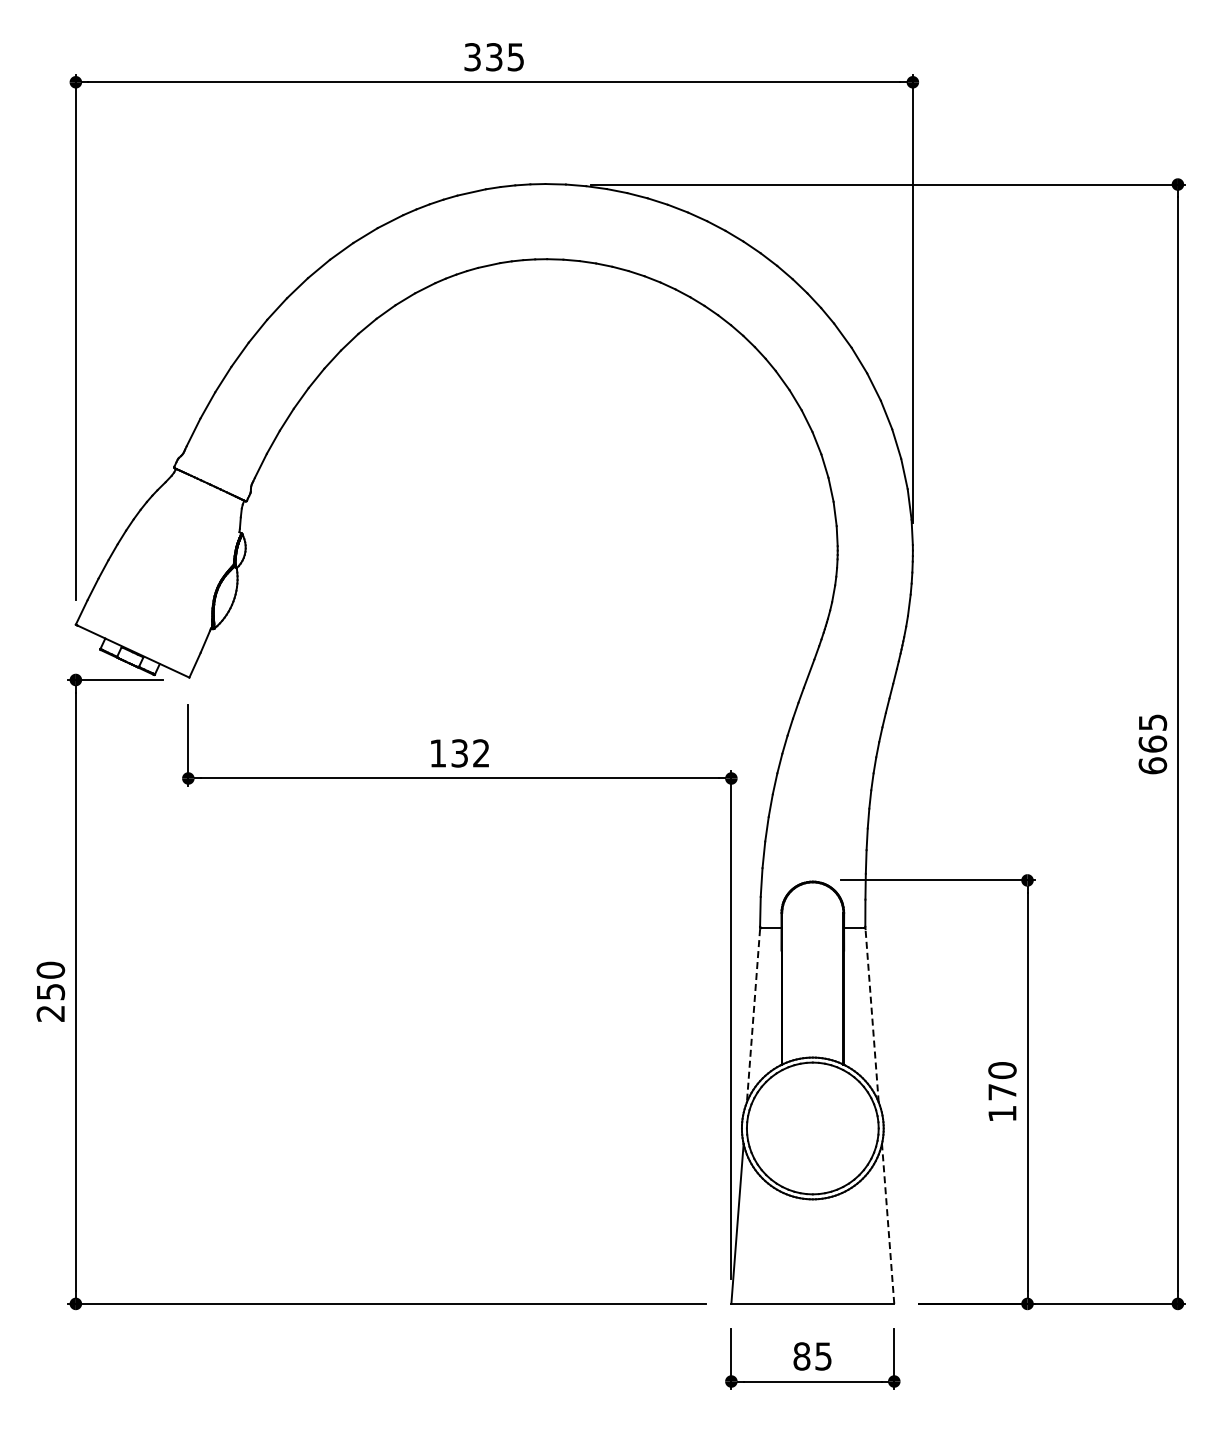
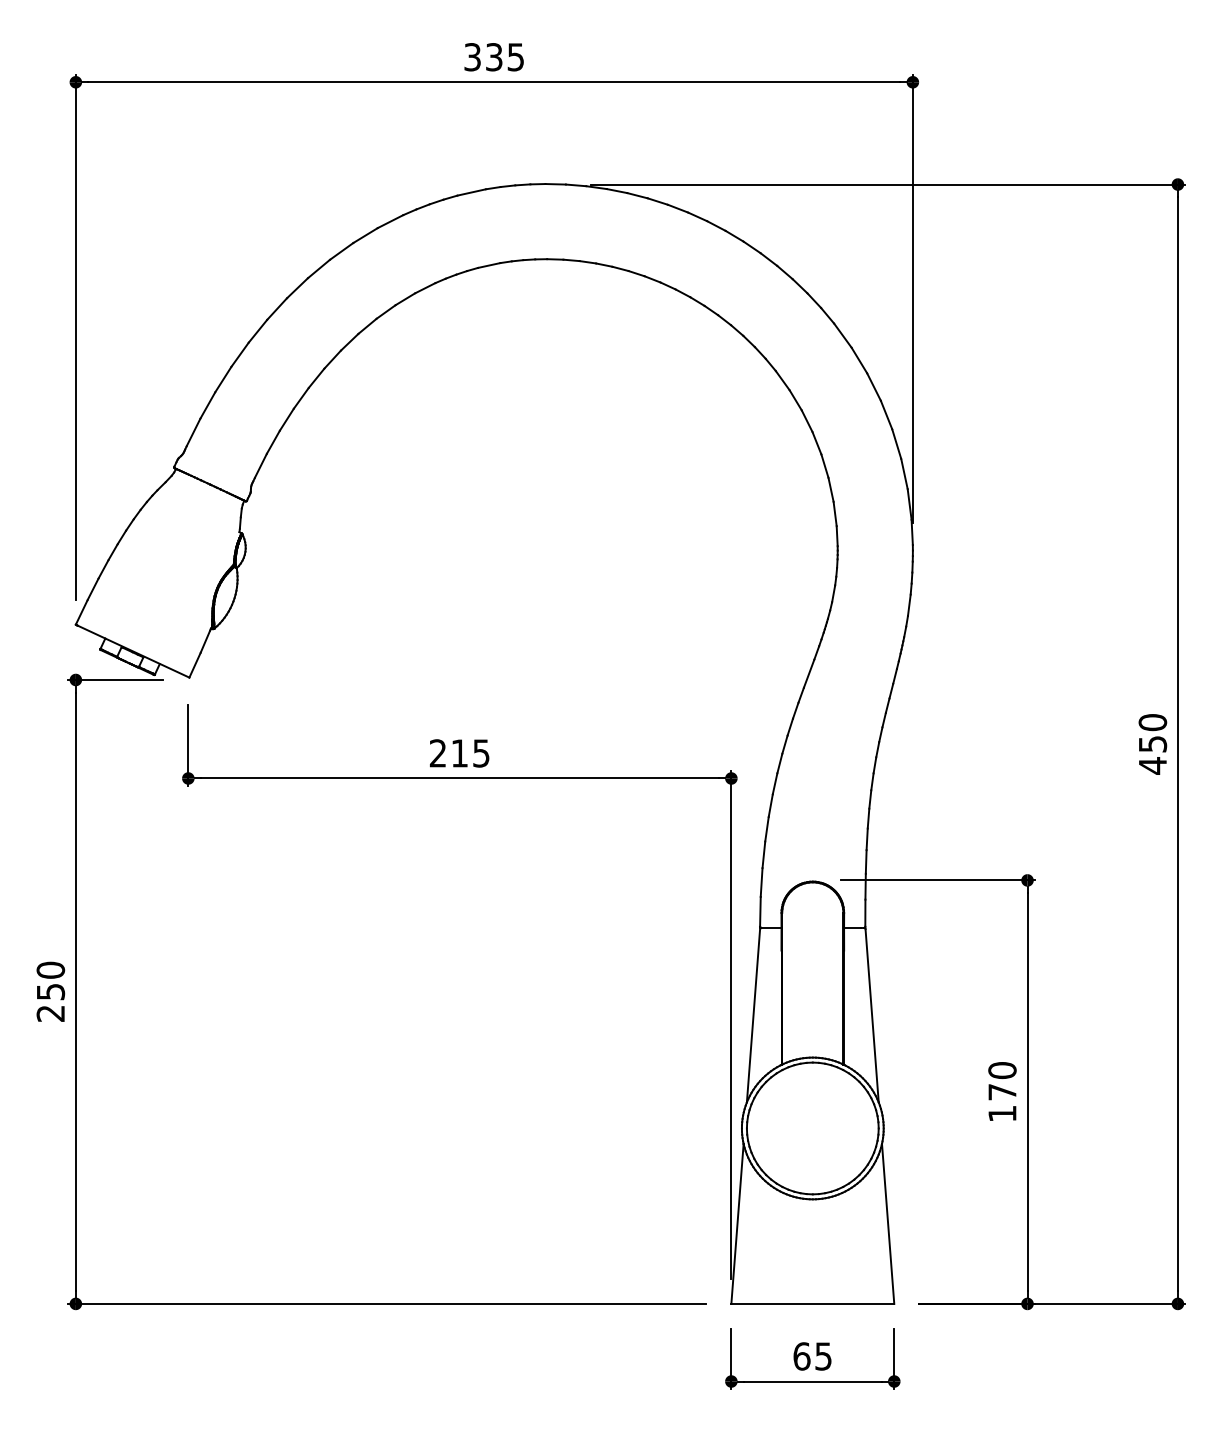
text at (1152, 744): 665 -> 450
text at (459, 753): 132 -> 215
line at (753, 1015): dashed -> solid
line at (872, 1015): dashed -> solid
line at (888, 1223): dashed -> solid
text at (801, 1356): 85 -> 65
